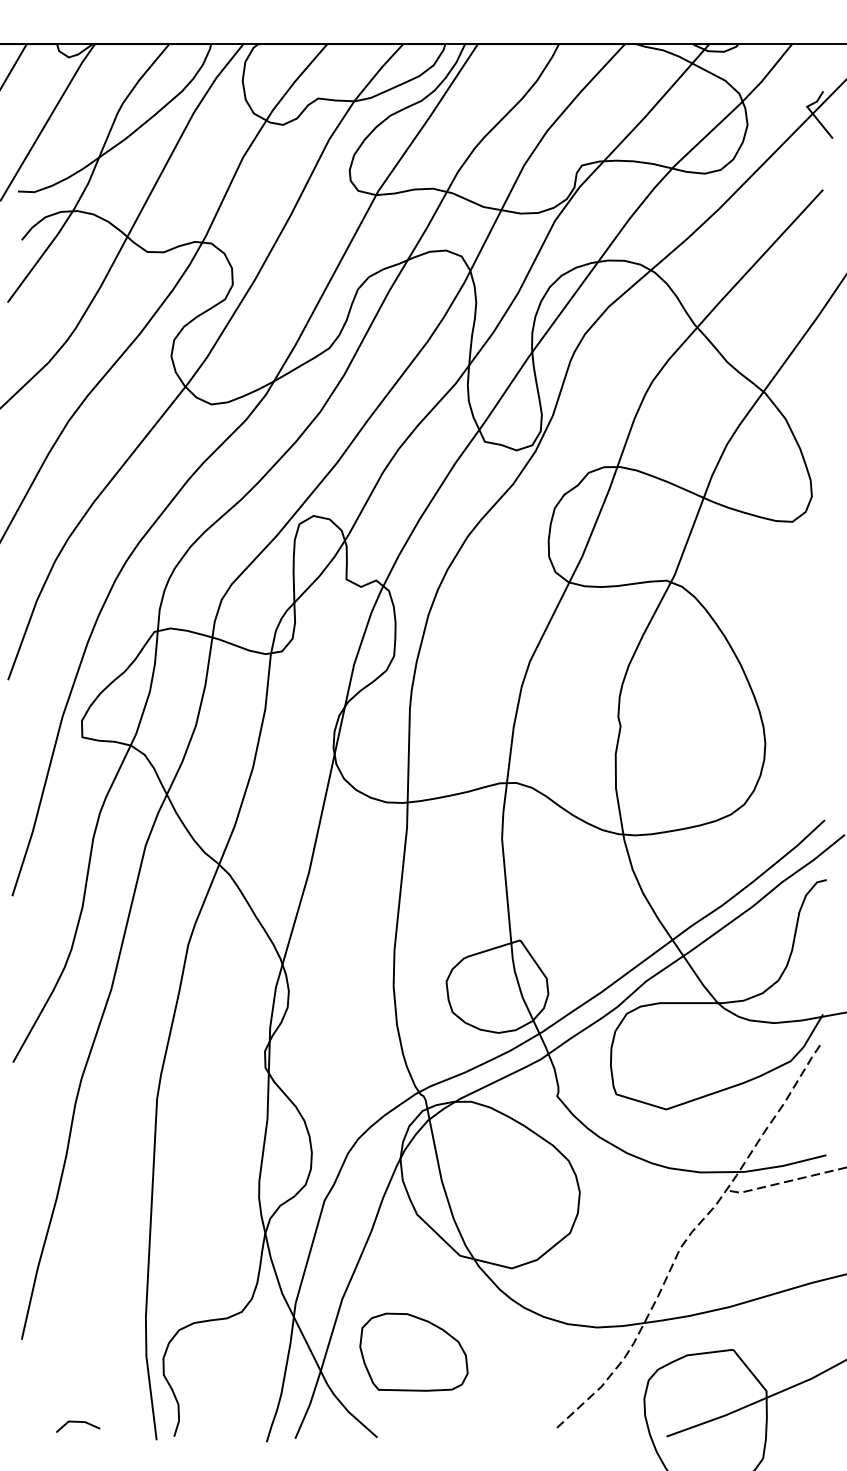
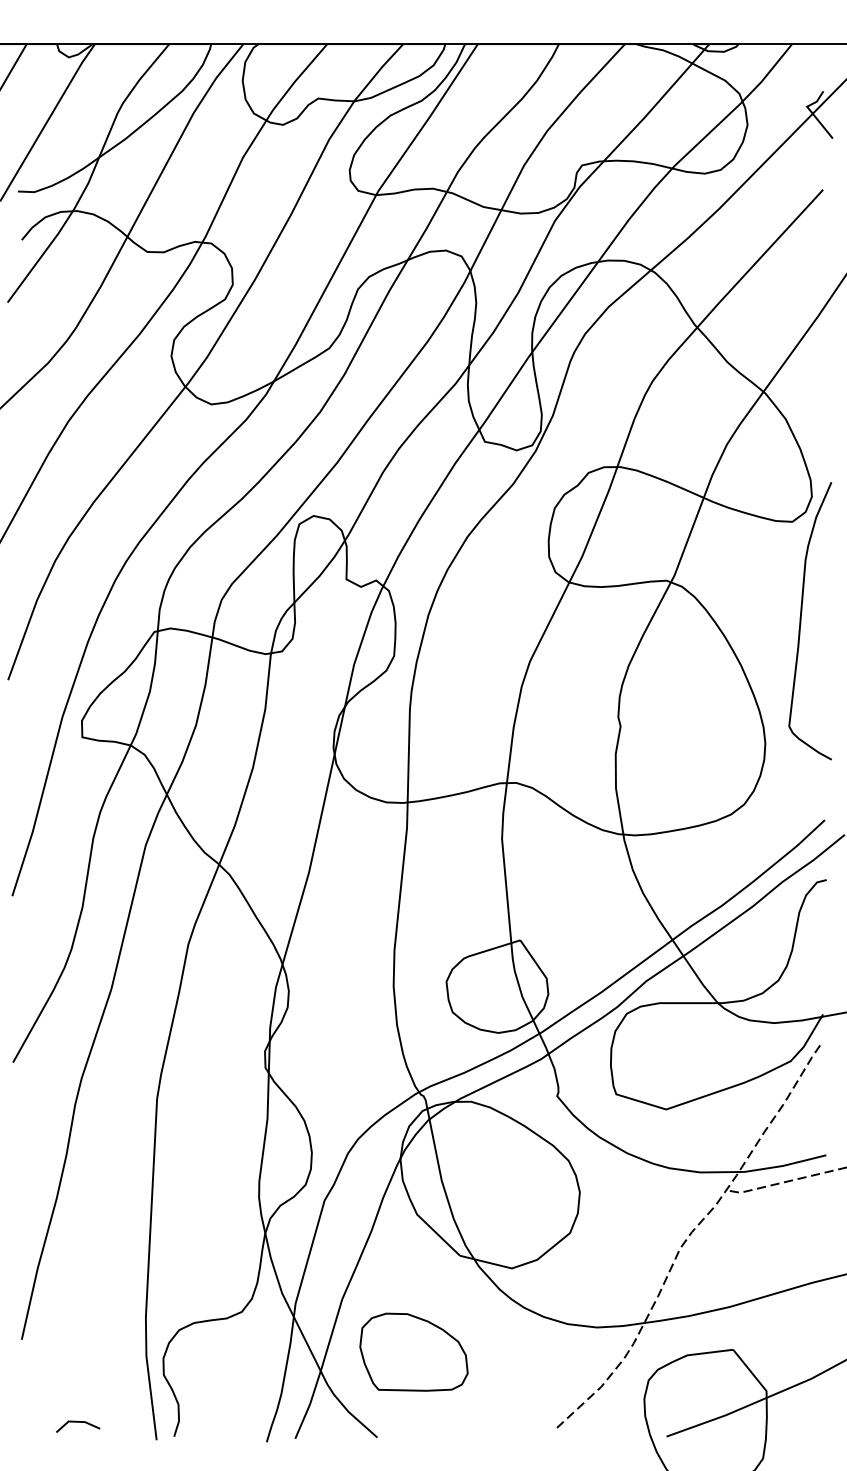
curve at (801, 621): none -> present
